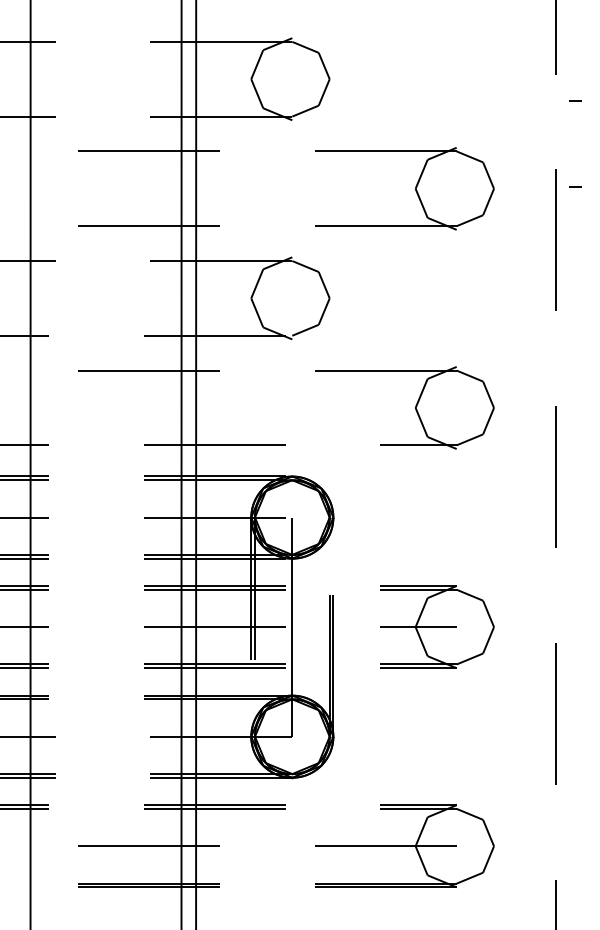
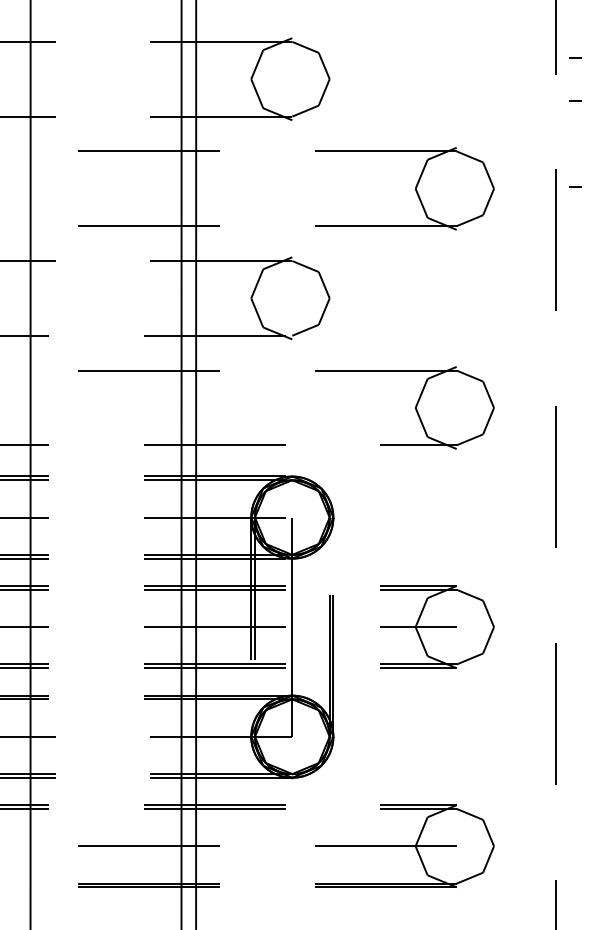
line at (575, 57): none -> present
